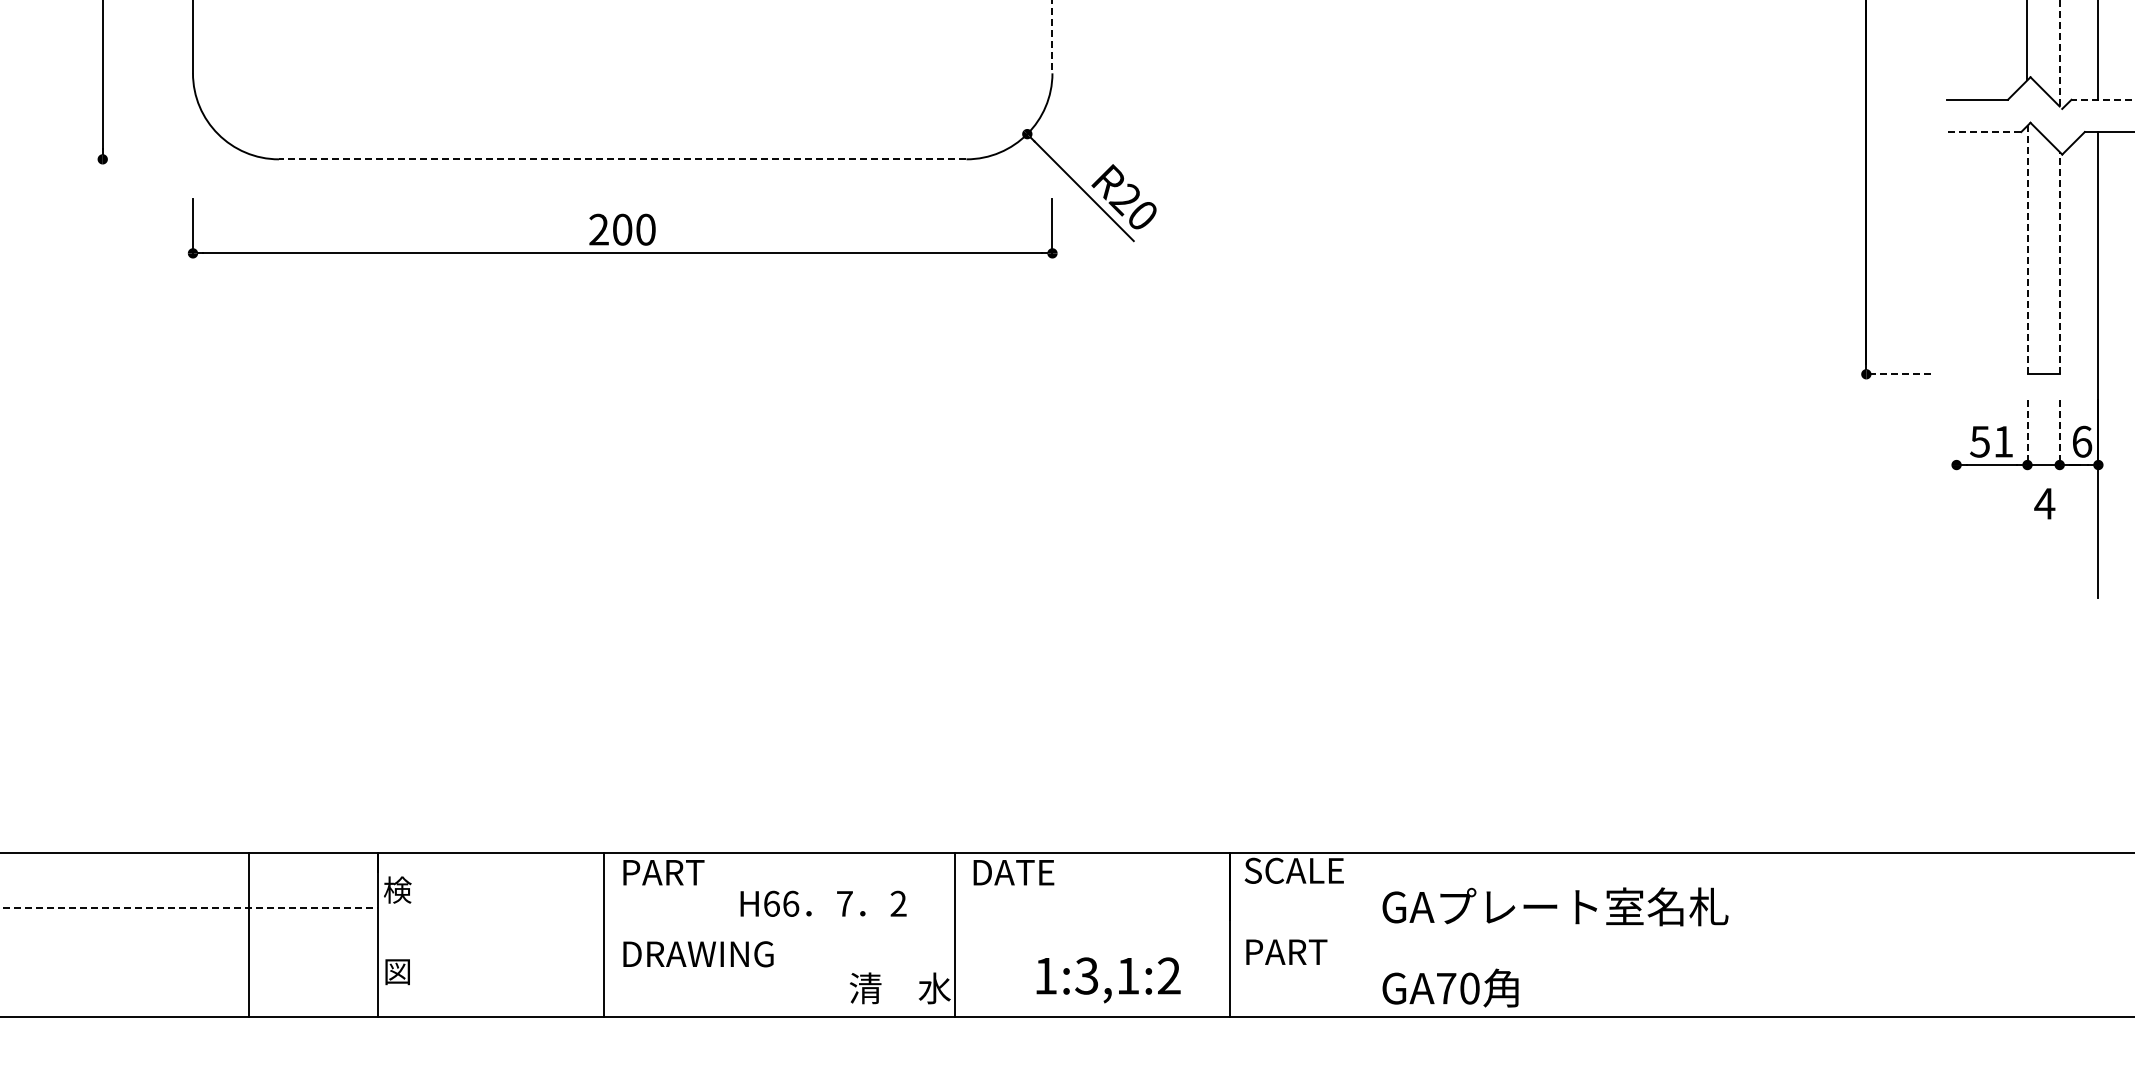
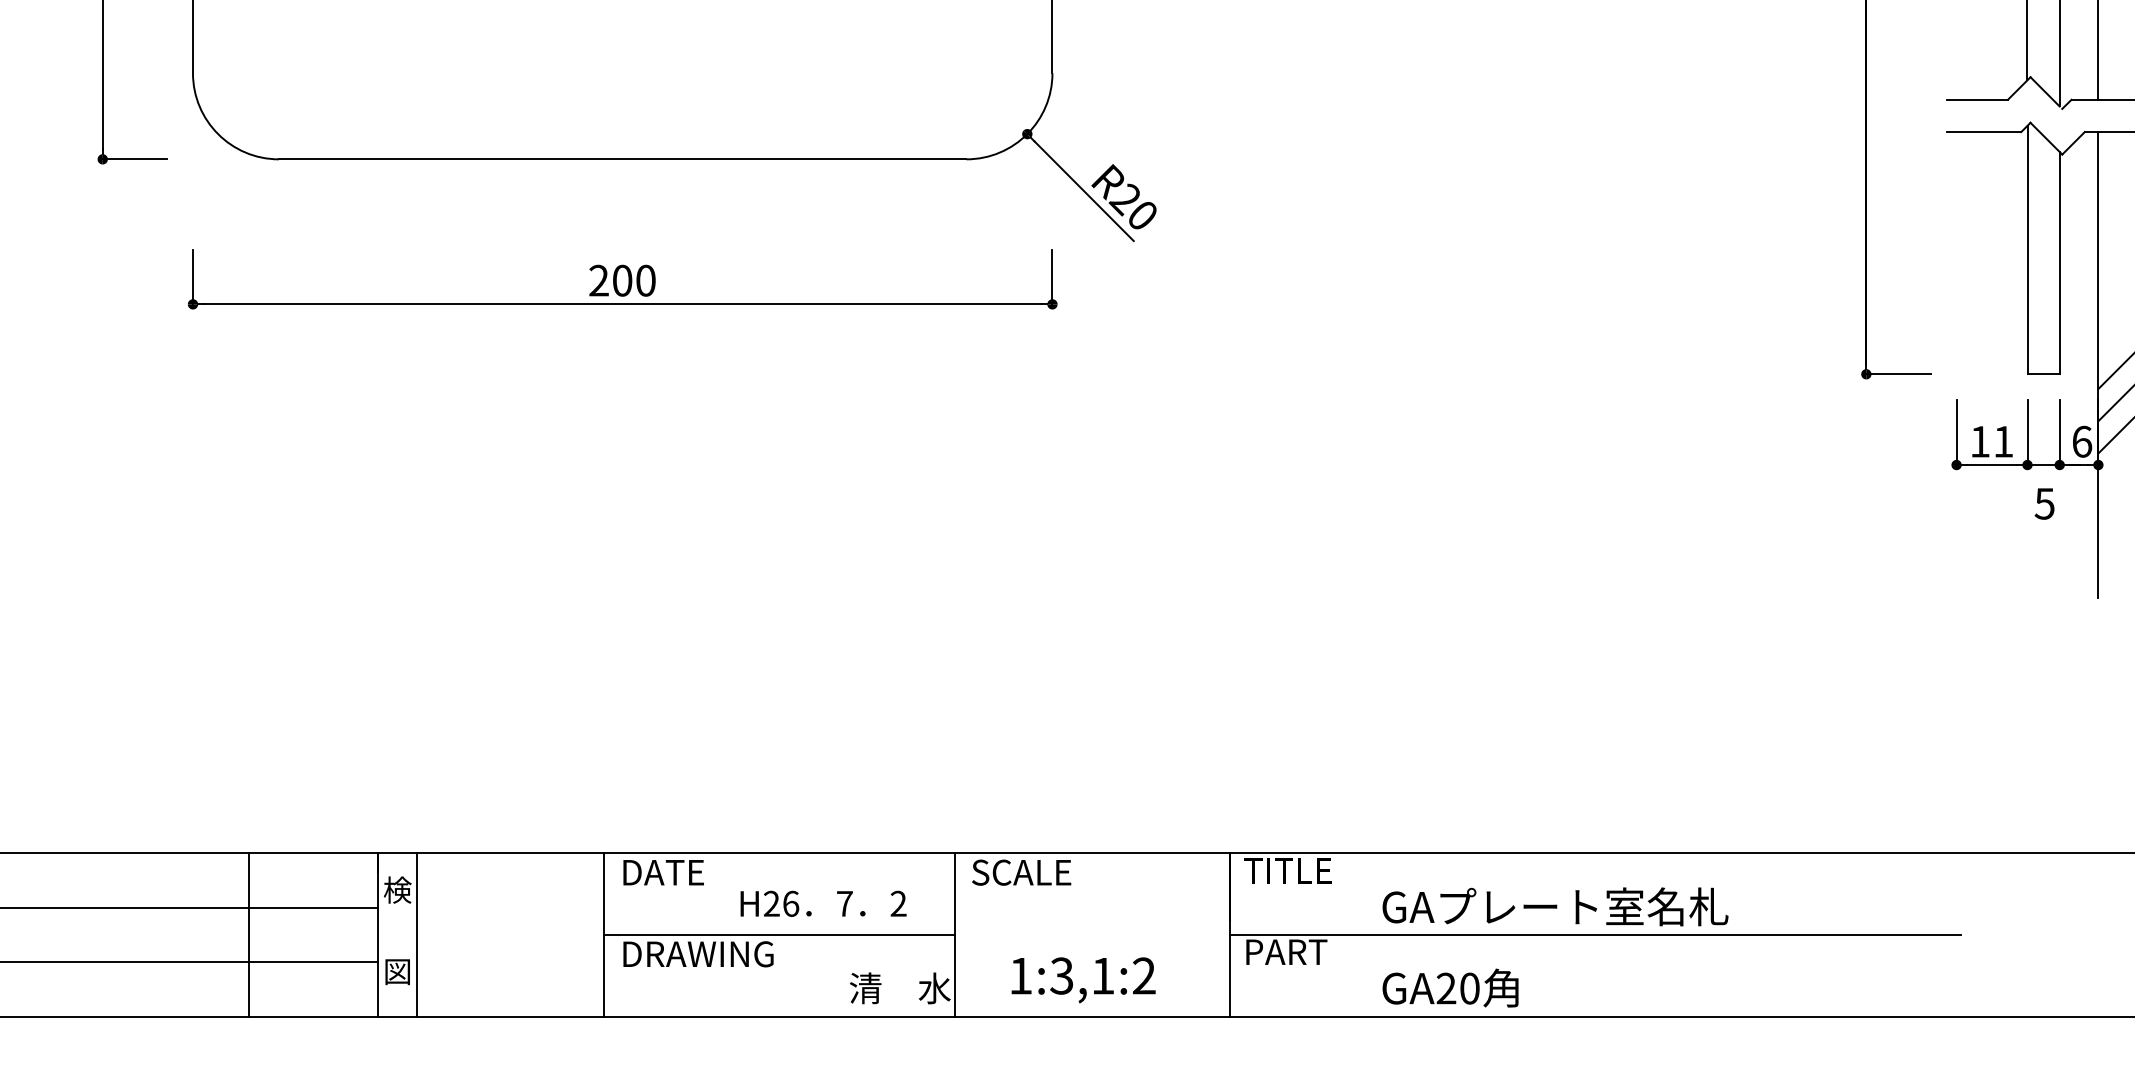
line at (1052, 37): dashed -> solid
line at (2059, 53): dashed -> solid
line at (2102, 99): dashed -> solid
line at (1983, 132): dashed -> solid
line at (134, 159): none -> present
line at (622, 159): dashed -> solid
part at (622, 228) position: (622, 228) -> (622, 279)
line at (2027, 249): dashed -> solid
line at (2059, 262): dashed -> solid
line at (2114, 372): none -> present
line at (1898, 374): dashed -> solid
line at (2114, 404): none -> present
line at (1956, 432): none -> present
line at (2027, 433): dashed -> solid
line at (2059, 433): dashed -> solid
line at (2114, 436): none -> present
text at (1979, 441): 51 -> 11
text at (2044, 503): 4 -> 5
text at (1293, 870): SCALE -> TITLE
text at (665, 872): PART -> DATE
text at (1021, 872): DATE -> SCALE
text at (771, 903): H66 -> H26
line at (189, 907): dashed -> solid
line at (417, 934): none -> present
line at (779, 935): none -> present
line at (1594, 935): none -> present
line at (190, 962): none -> present
text at (1108, 980) position: (1108, 980) -> (1083, 980)
text at (1446, 988): GA70 -> GA20
